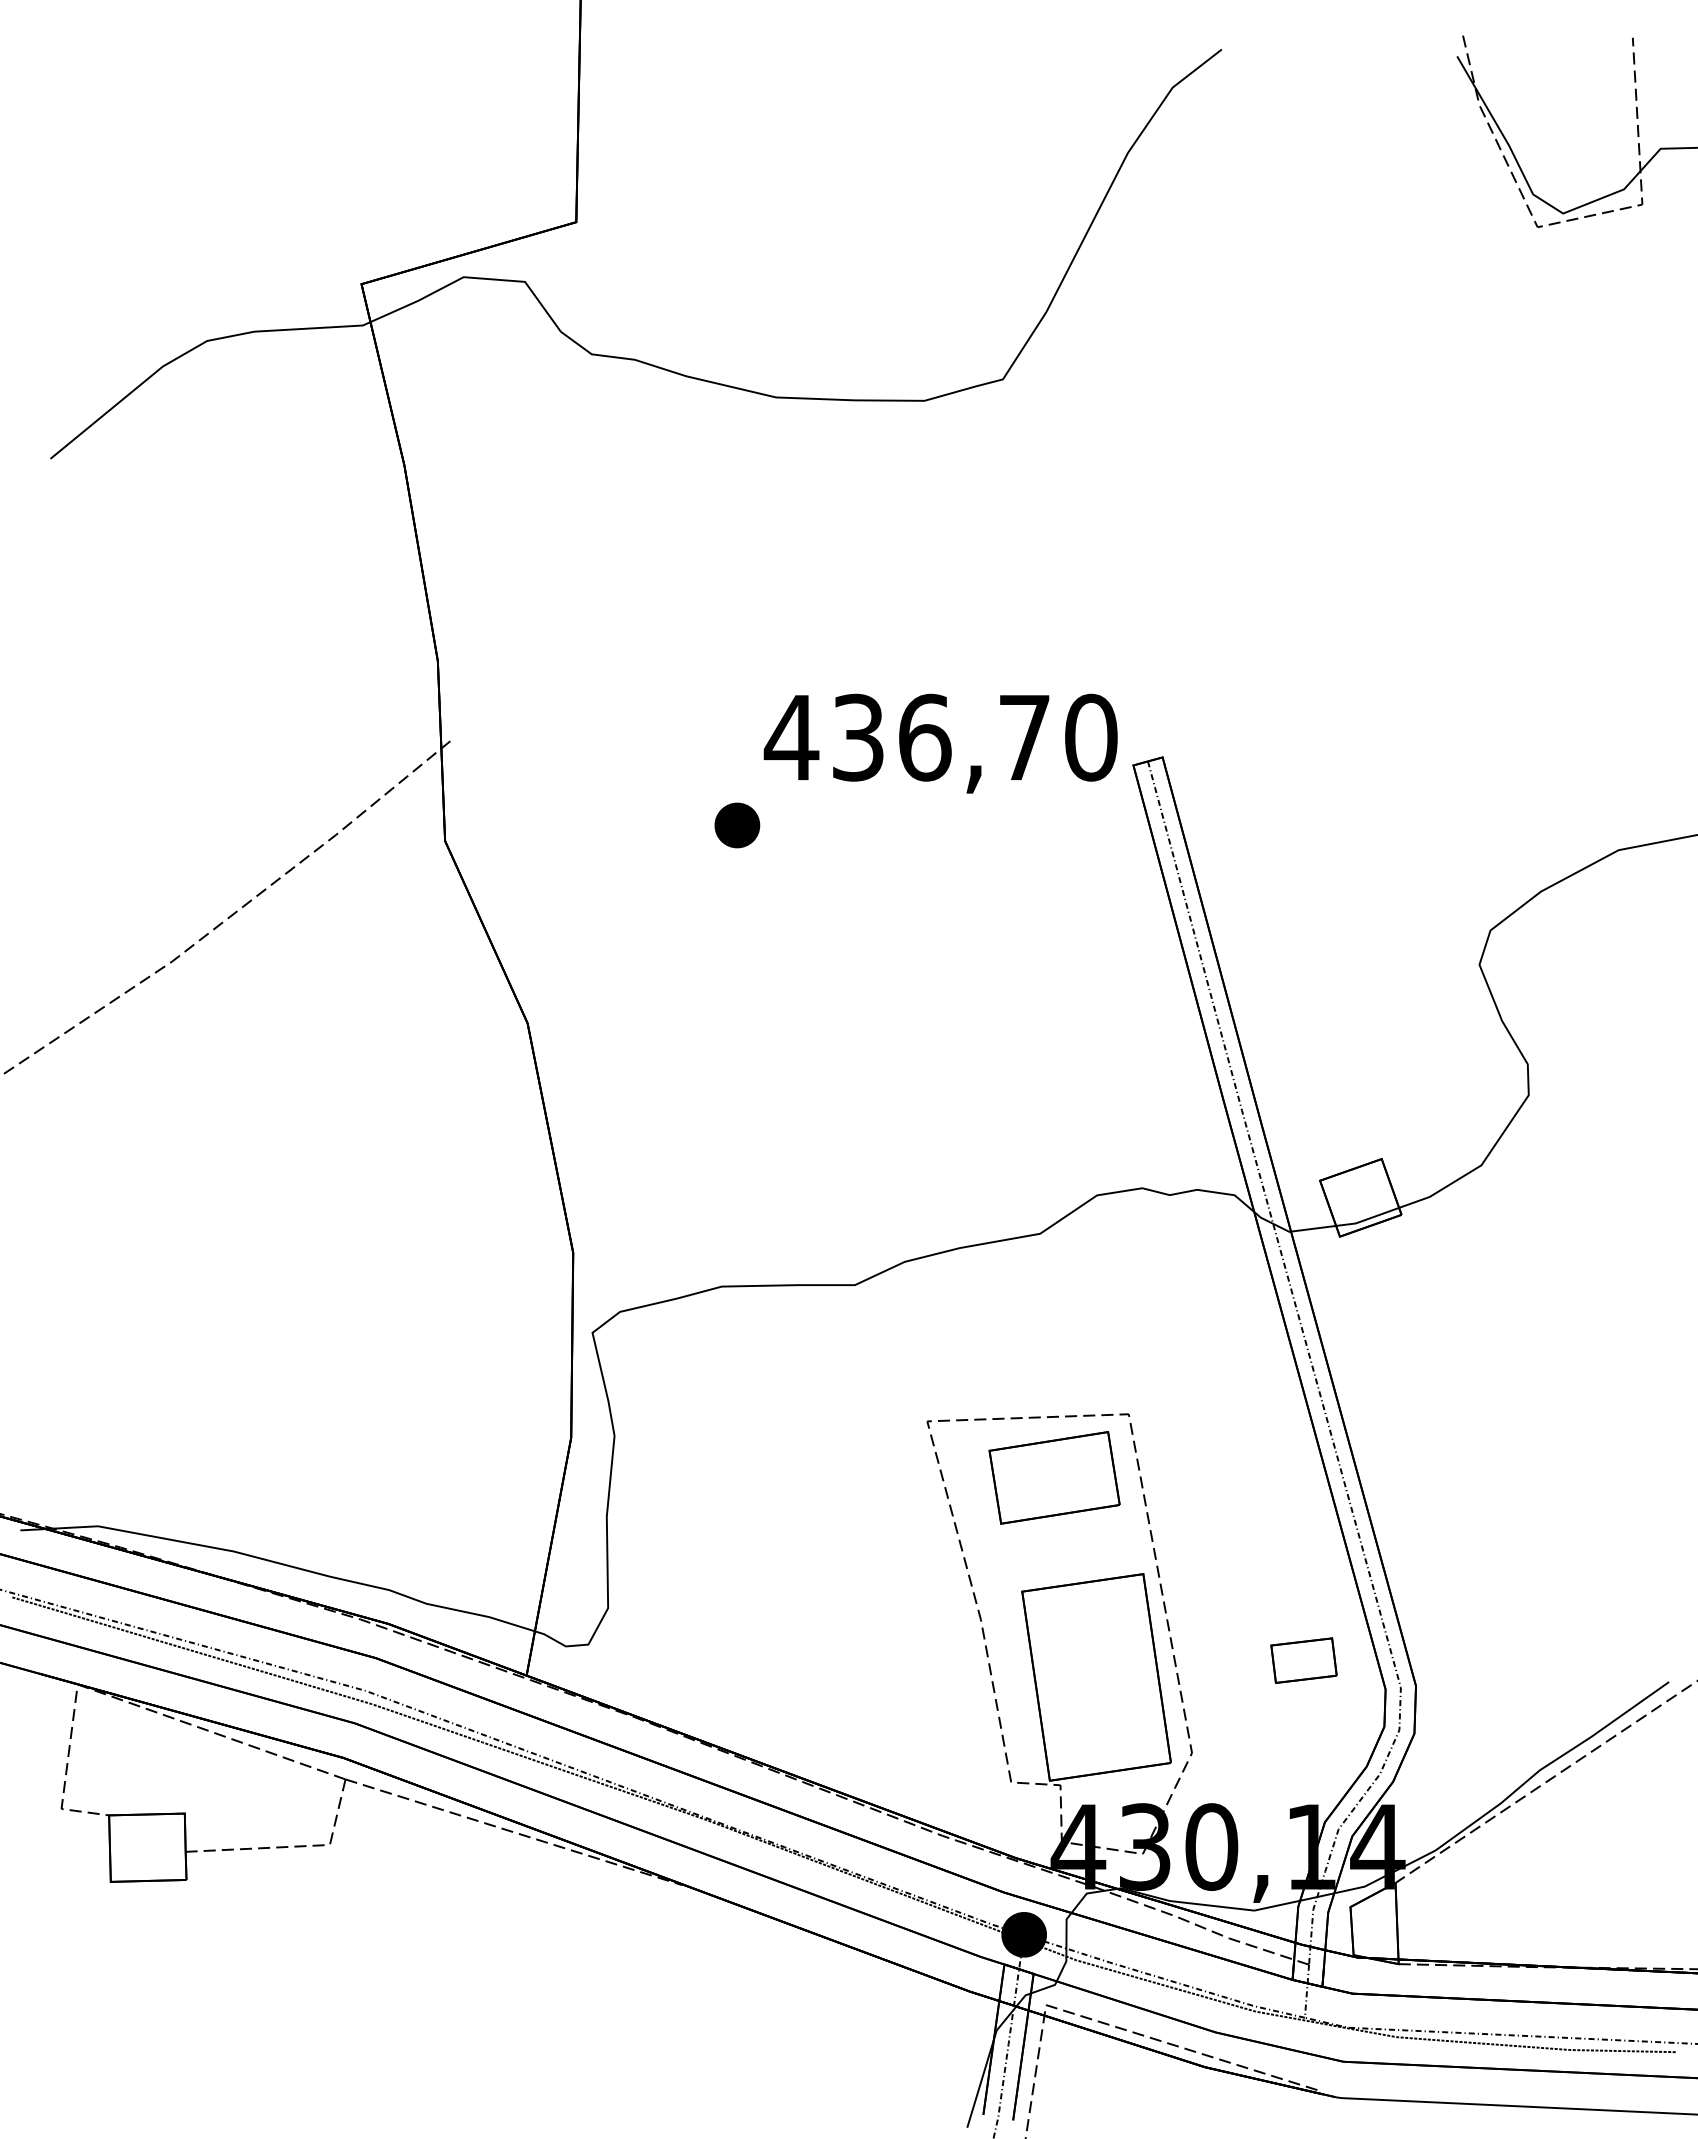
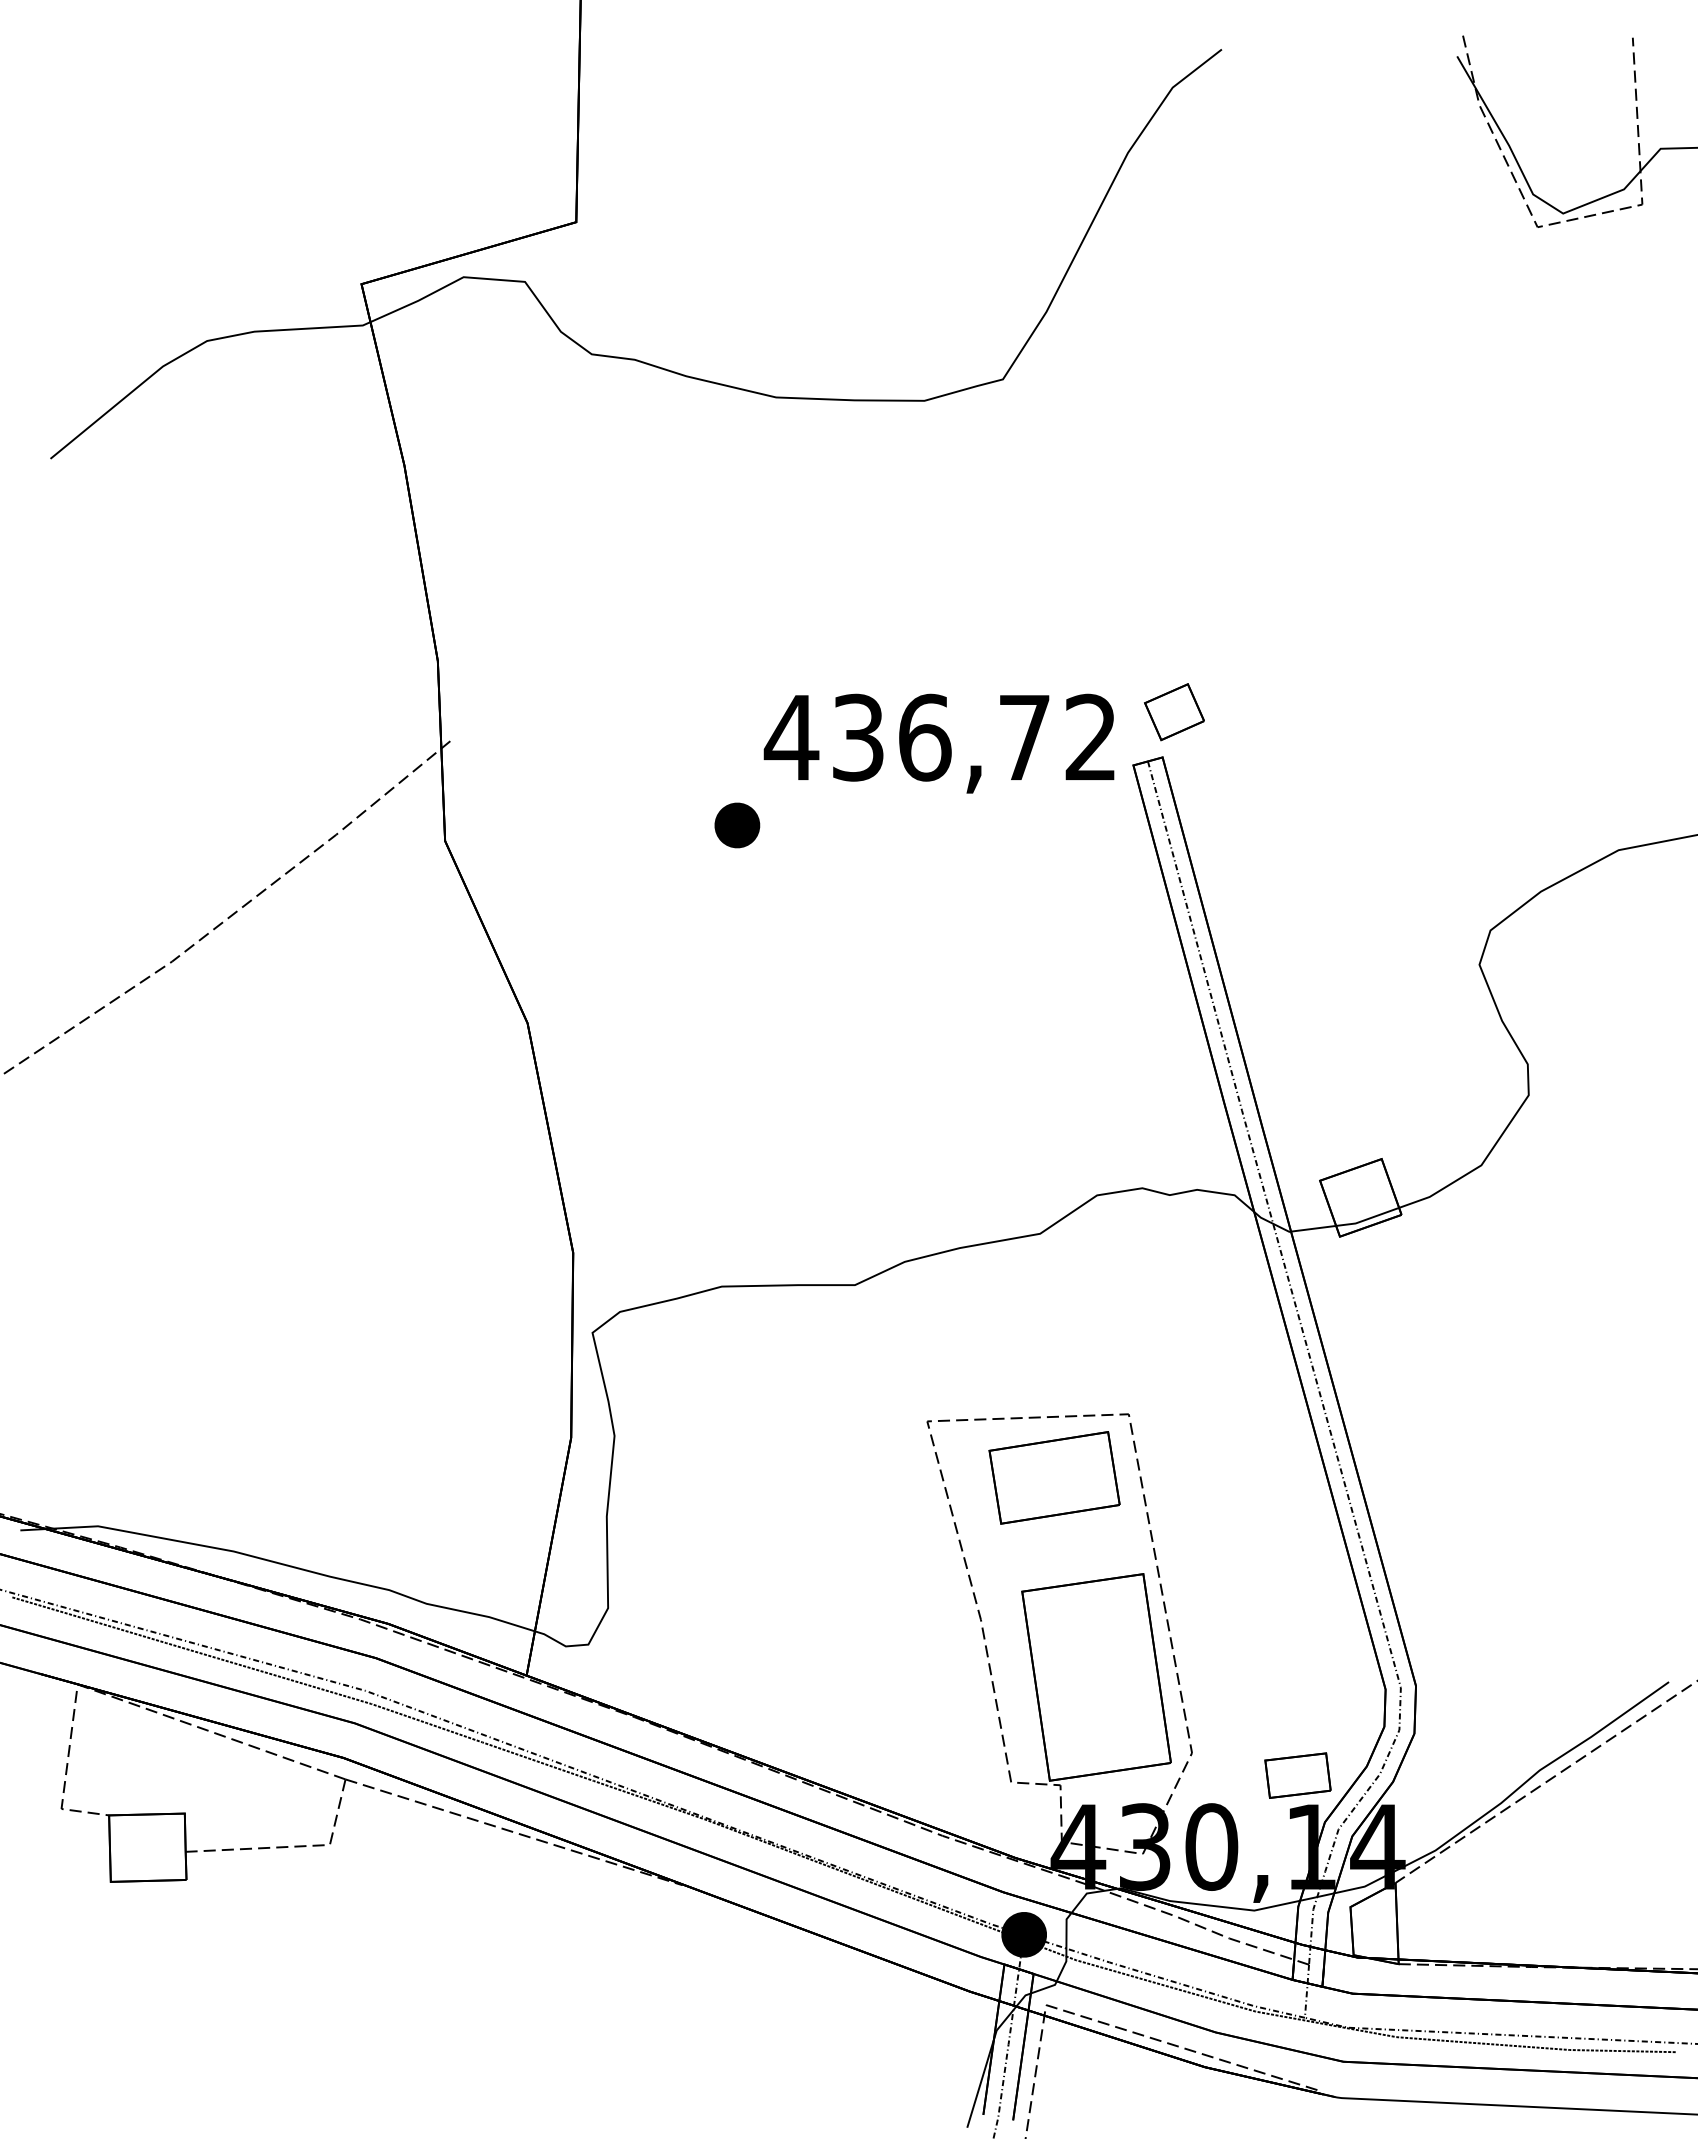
part at (1174, 712): none -> present
text at (1091, 737): 436,70 -> 436,72
part at (1303, 1660) position: (1303, 1660) -> (1297, 1775)
